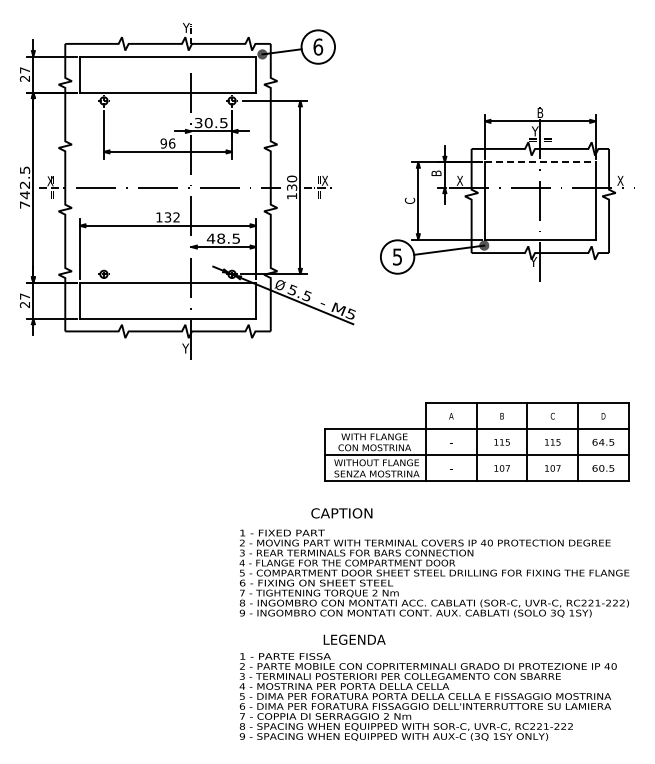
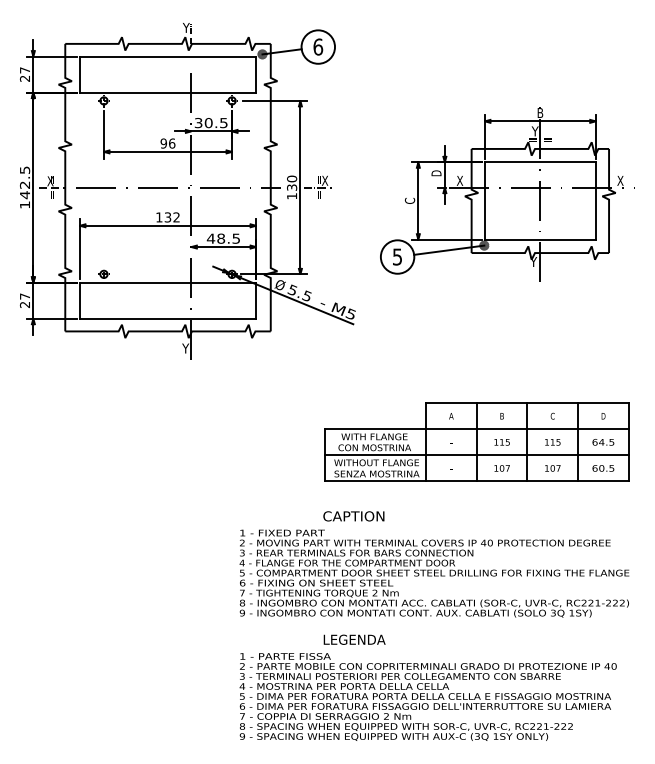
line at (540, 162): dashed -> solid
text at (436, 173): B -> D
text at (24, 204): 742.5 -> 142.5
text at (341, 513) position: (341, 513) -> (353, 516)
